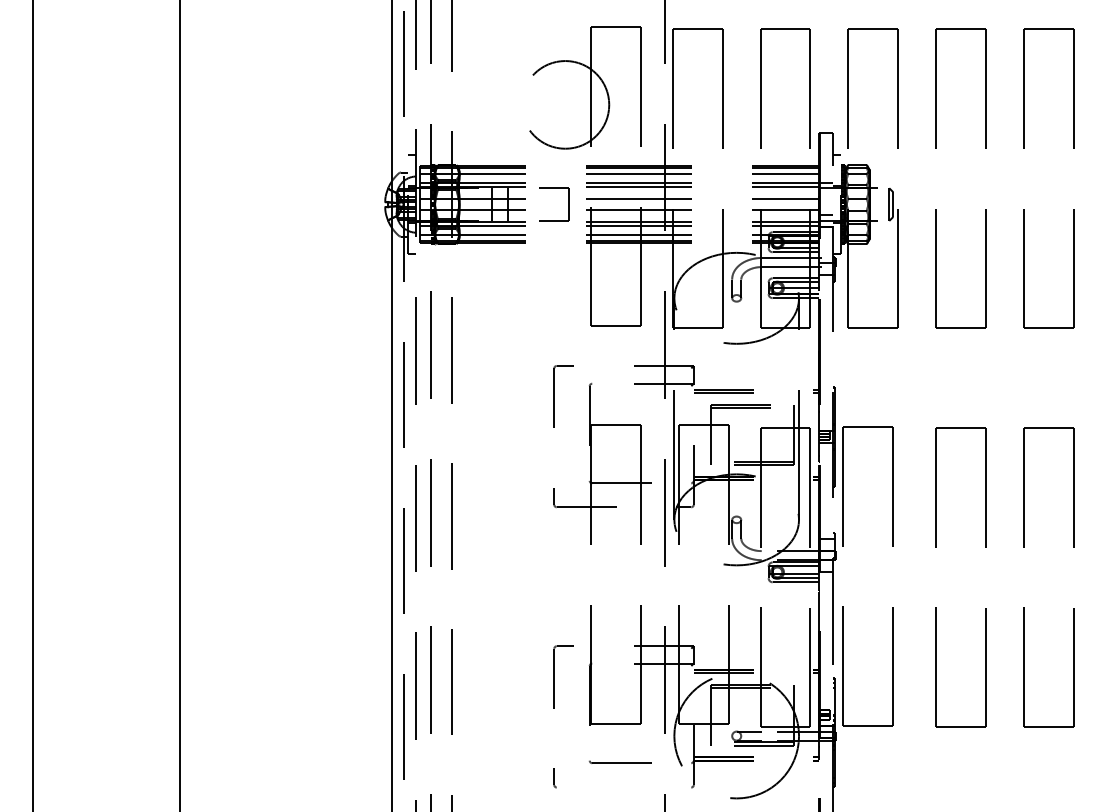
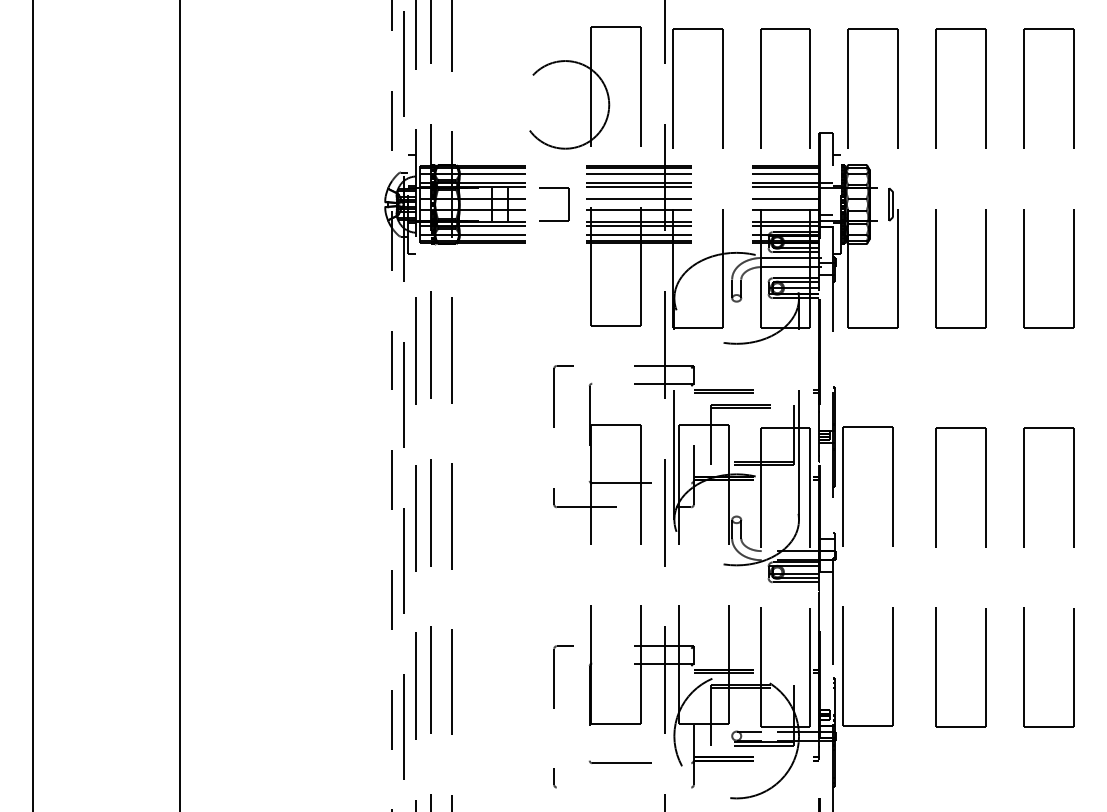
line at (392, 405): solid -> dashed
